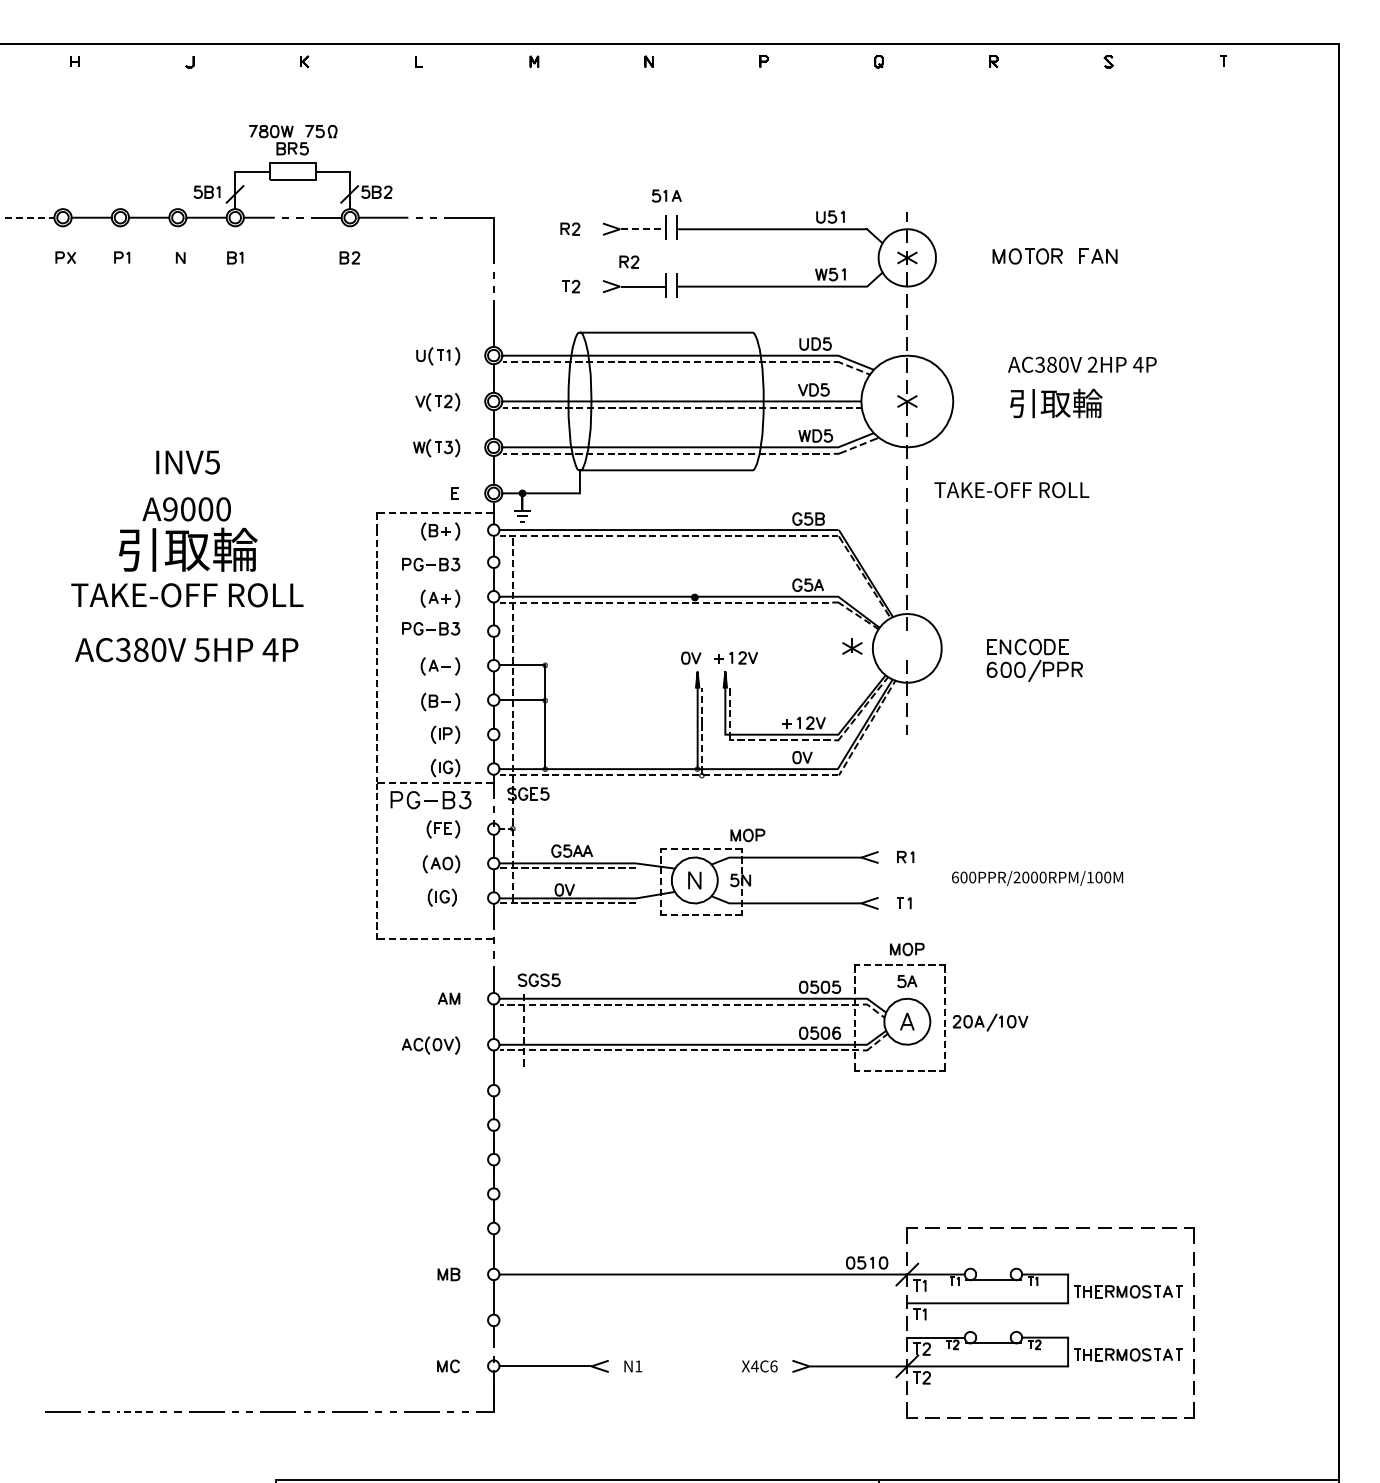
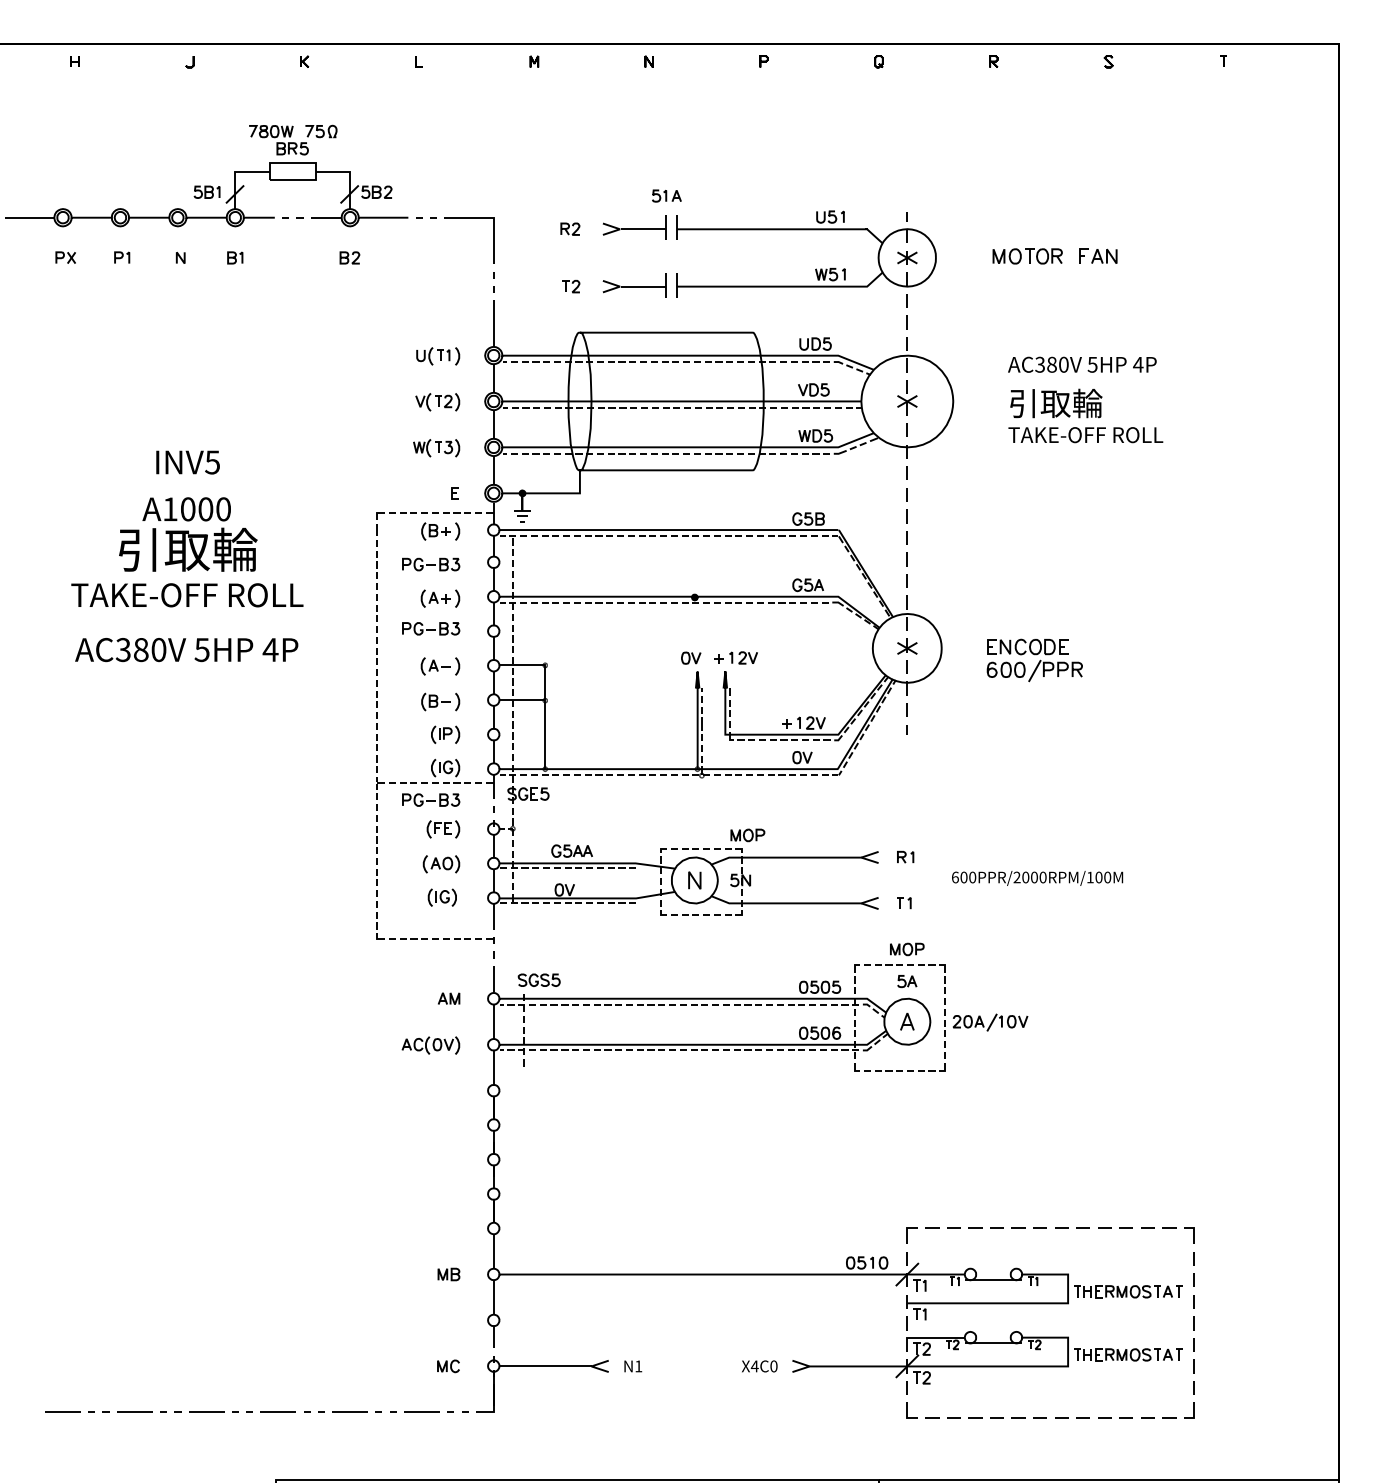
line at (29, 217): dashed -> solid
line at (643, 229): dashed -> solid
part at (629, 261): present -> none
text at (1092, 364): 2HP -> 5HP
text at (1011, 490) position: (1011, 490) -> (1085, 435)
text at (170, 509): A9000 -> A1000
part at (852, 646) position: (852, 646) -> (907, 646)
part at (430, 800) size: 82x19 px -> 59x14 px
text at (773, 1366): X4C6 -> X4C0
line at (134, 1412): dashed -> solid
